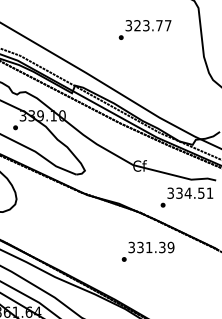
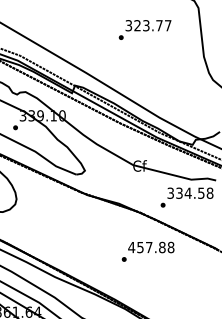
text at (209, 192): 334.51 -> 334.58
text at (151, 247): 331.39 -> 457.88
